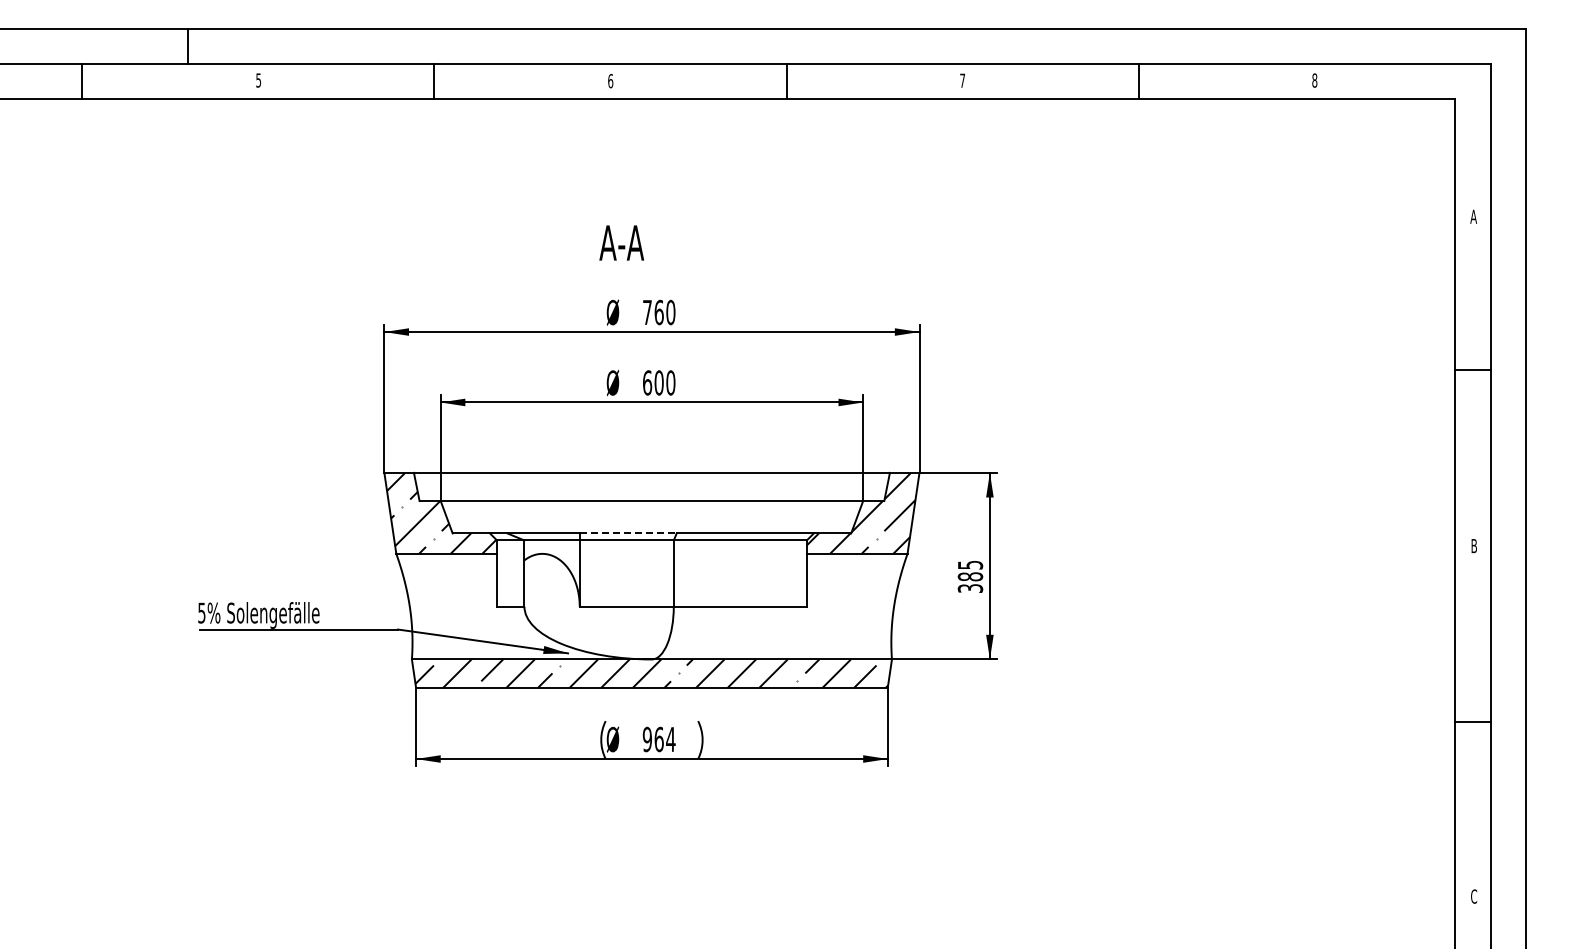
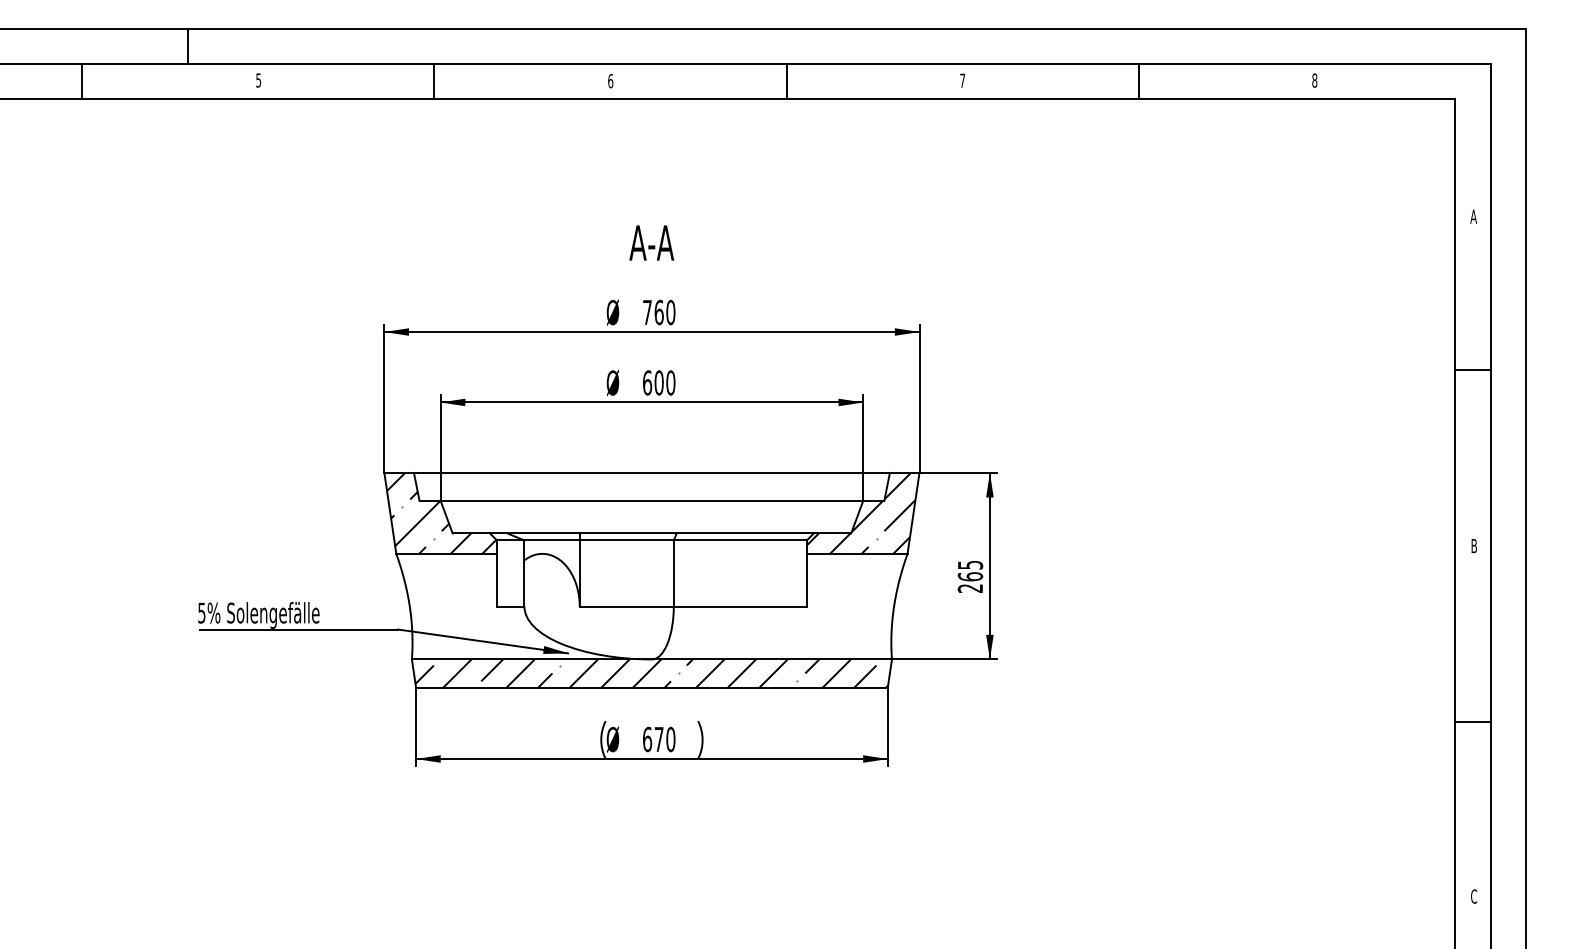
text at (621, 242) position: (621, 242) -> (651, 242)
line at (628, 533): dashed -> solid
text at (970, 582): 385 -> 265
text at (658, 739): 964 -> 670
